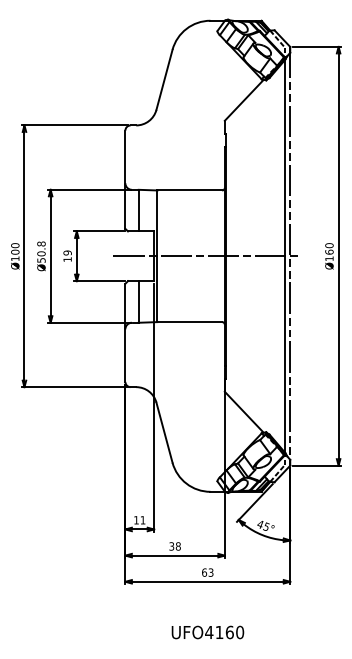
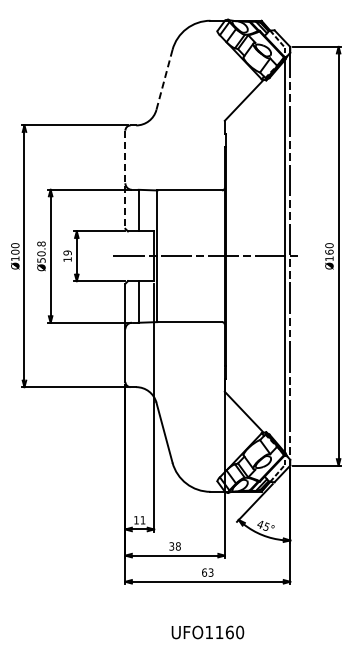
line at (164, 80): solid -> dashed
line at (125, 180): solid -> dashed
text at (209, 632): UFO4160 -> UFO1160
